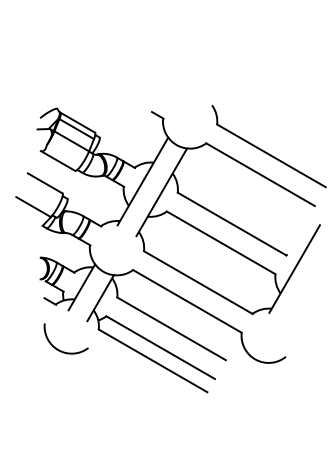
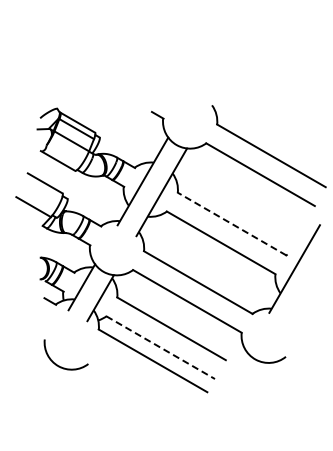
line at (232, 224): solid -> dashed
line at (160, 347): solid -> dashed
arc at (59, 349) position: (59, 349) -> (59, 365)
